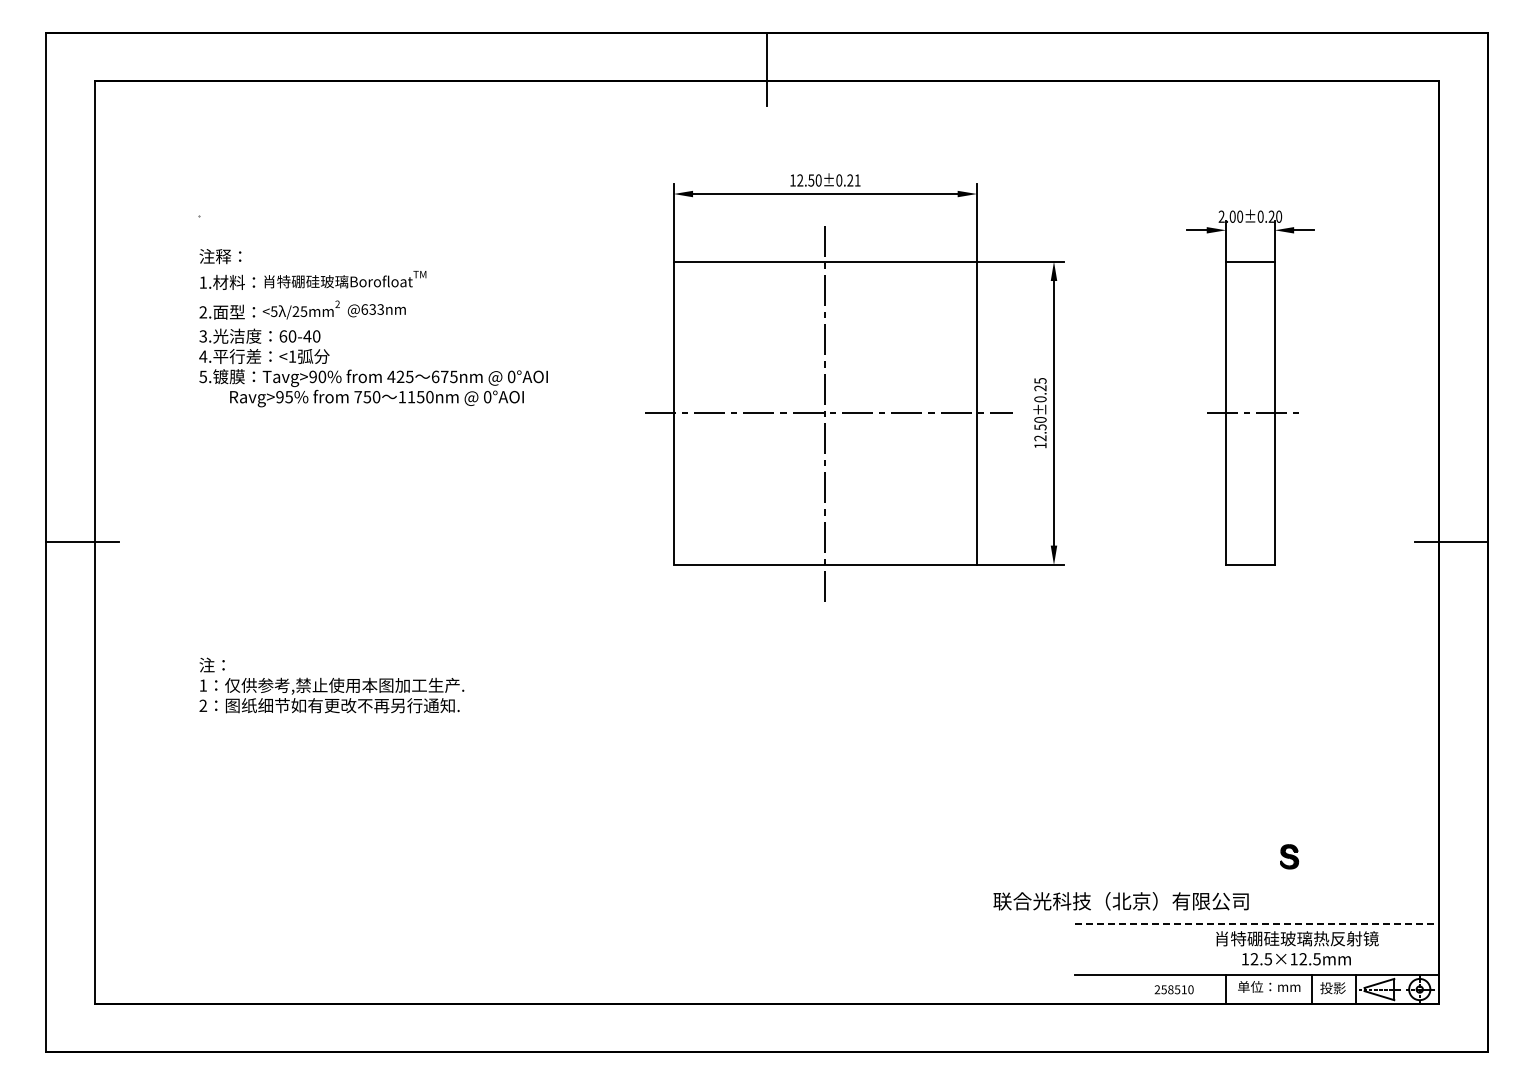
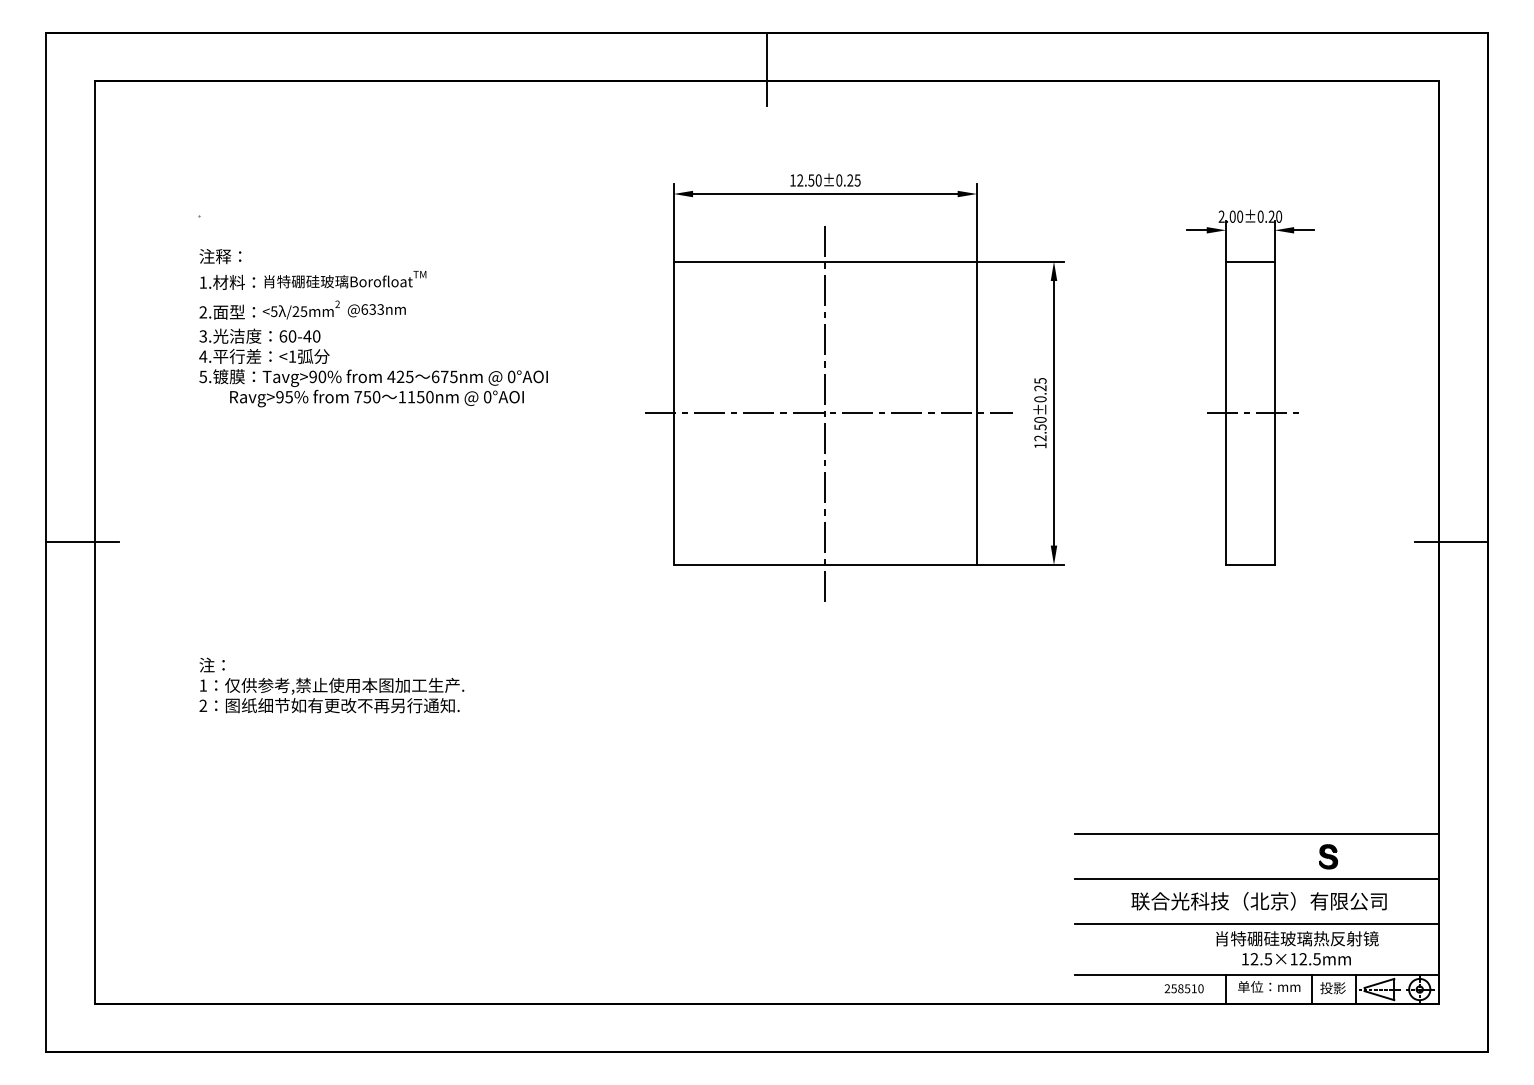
text at (857, 180): 12.50±0.21 -> 12.50±0.25
line at (1257, 833): none -> present
part at (1289, 856) position: (1289, 856) -> (1328, 856)
line at (1257, 879): none -> present
text at (1120, 901) position: (1120, 901) -> (1258, 901)
line at (1257, 924): dashed -> solid
text at (1173, 989) position: (1173, 989) -> (1183, 988)
